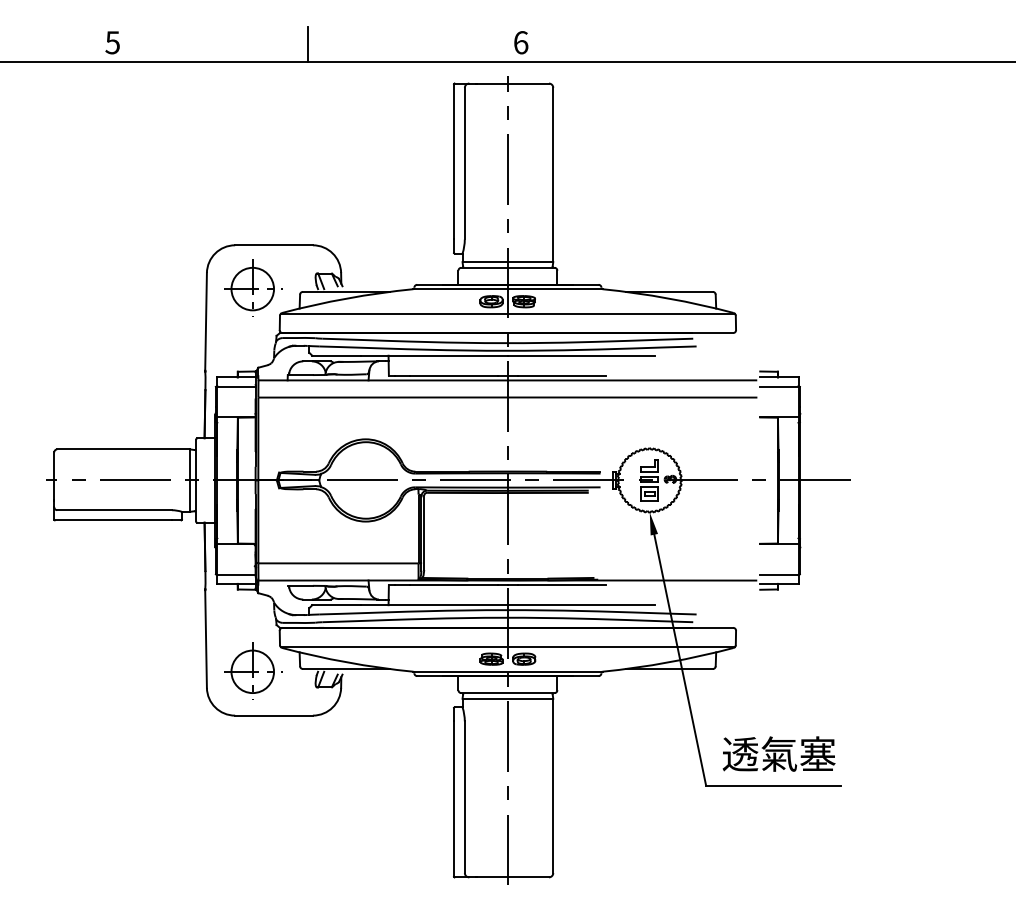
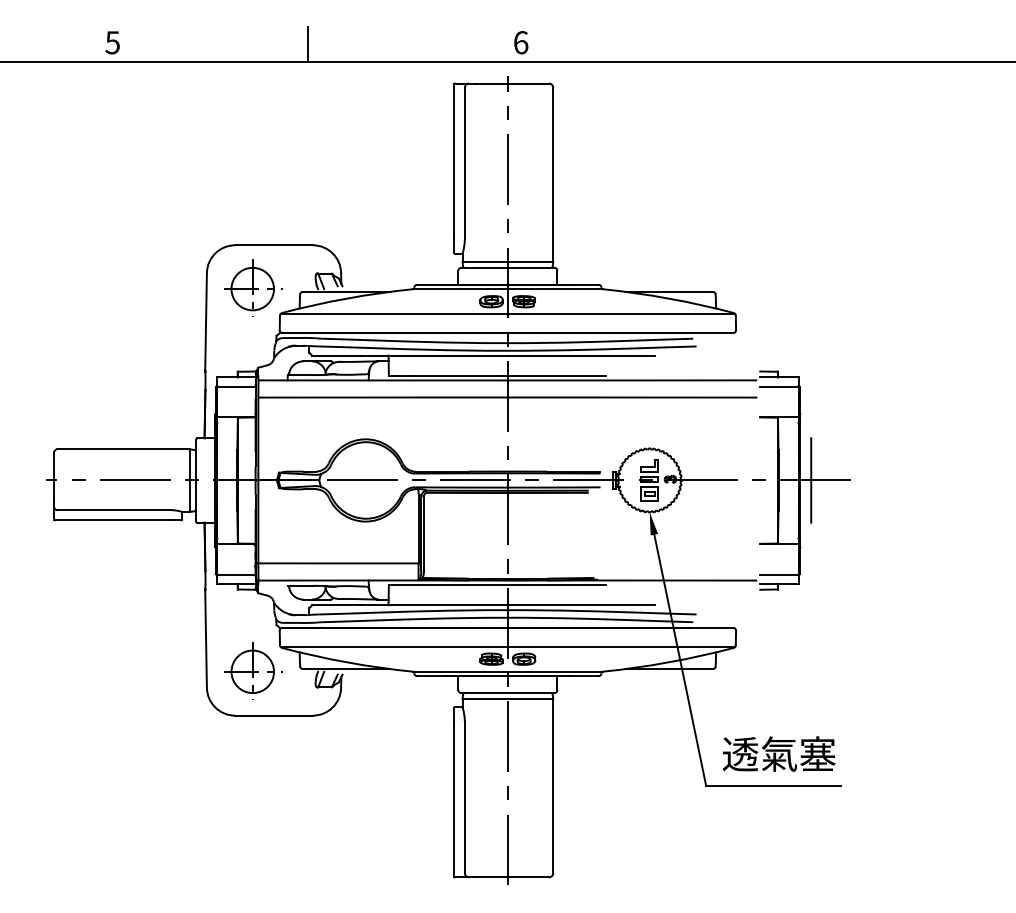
line at (811, 480): none -> present
